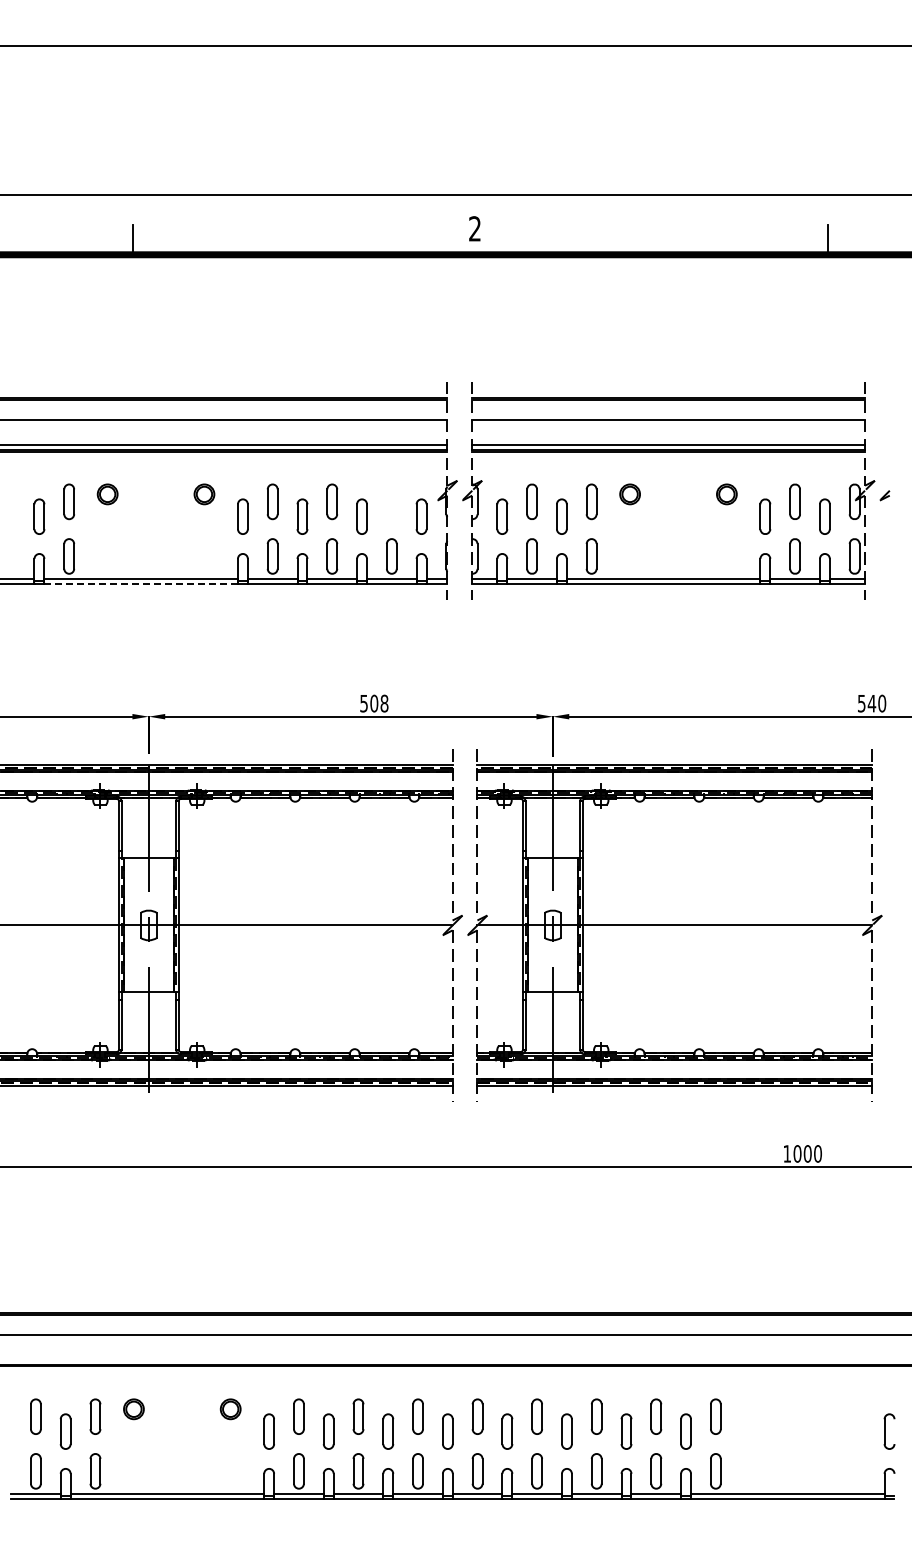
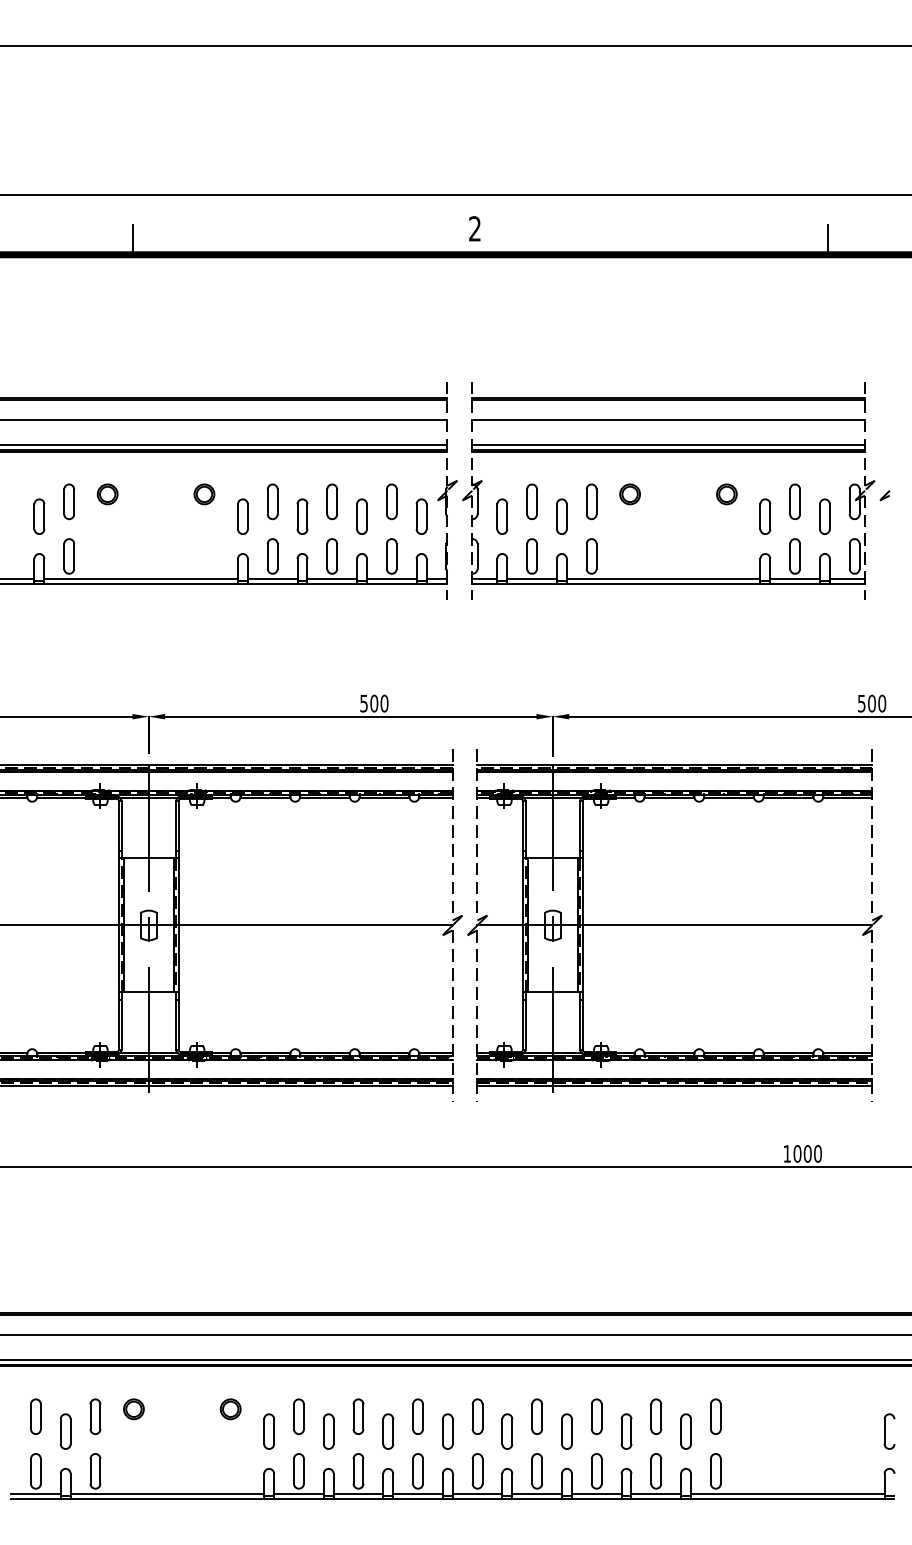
part at (391, 501): none -> present
line at (141, 583): dashed -> solid
text at (384, 703): 508 -> 500
text at (871, 703): 540 -> 500
line at (455, 1360): none -> present
